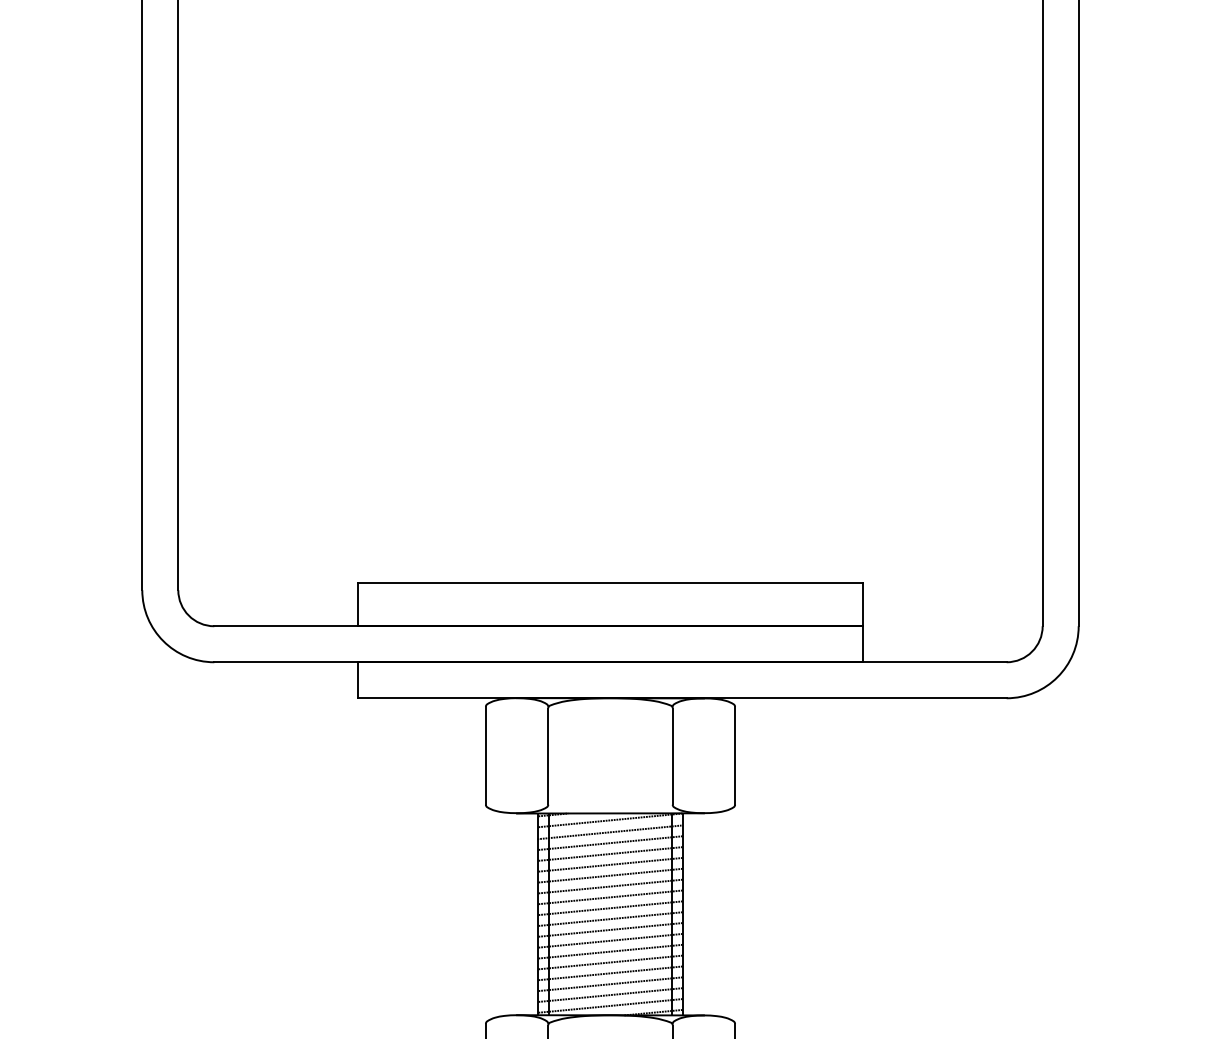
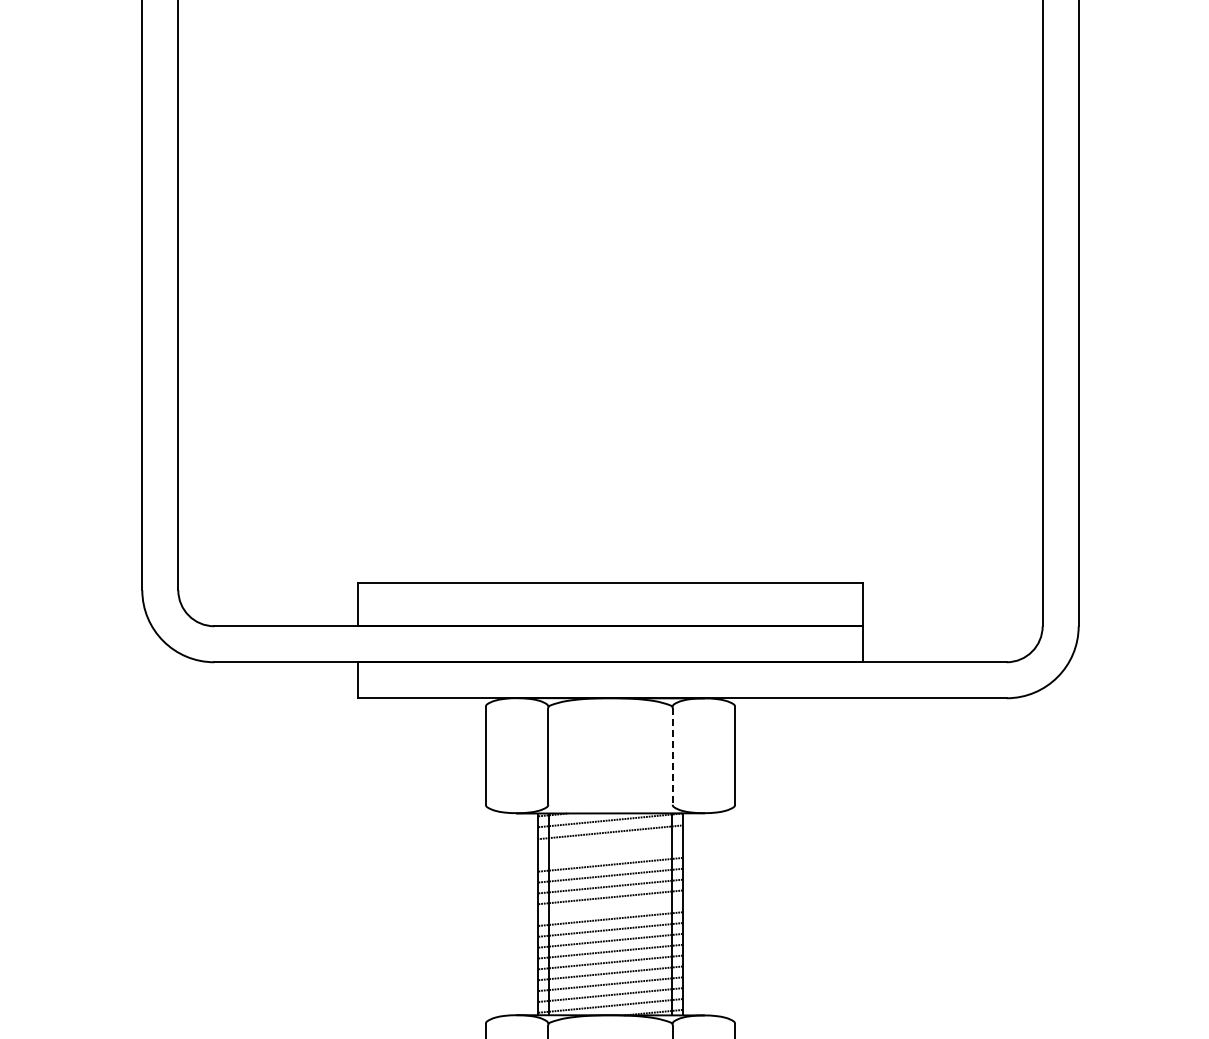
line at (672, 756): solid -> dashed
line at (610, 842): present -> none
line at (610, 853): present -> none
line at (610, 908): present -> none
